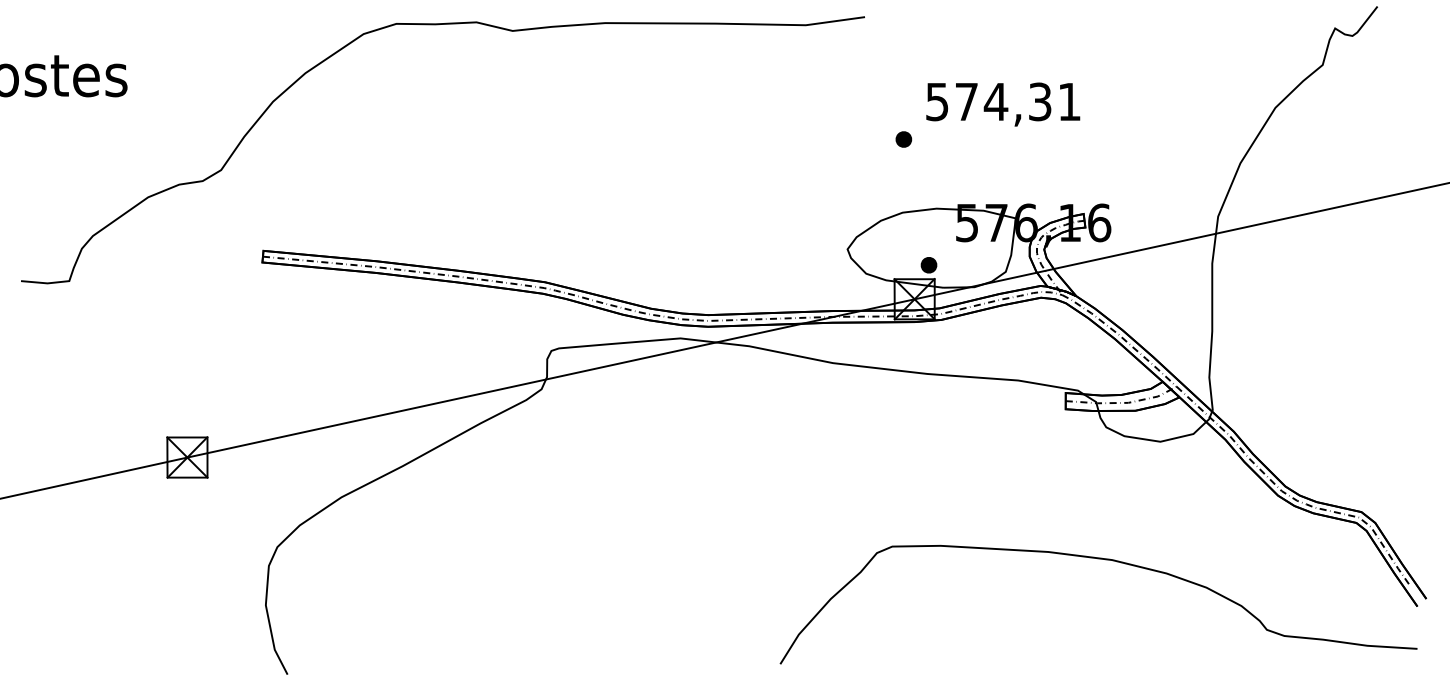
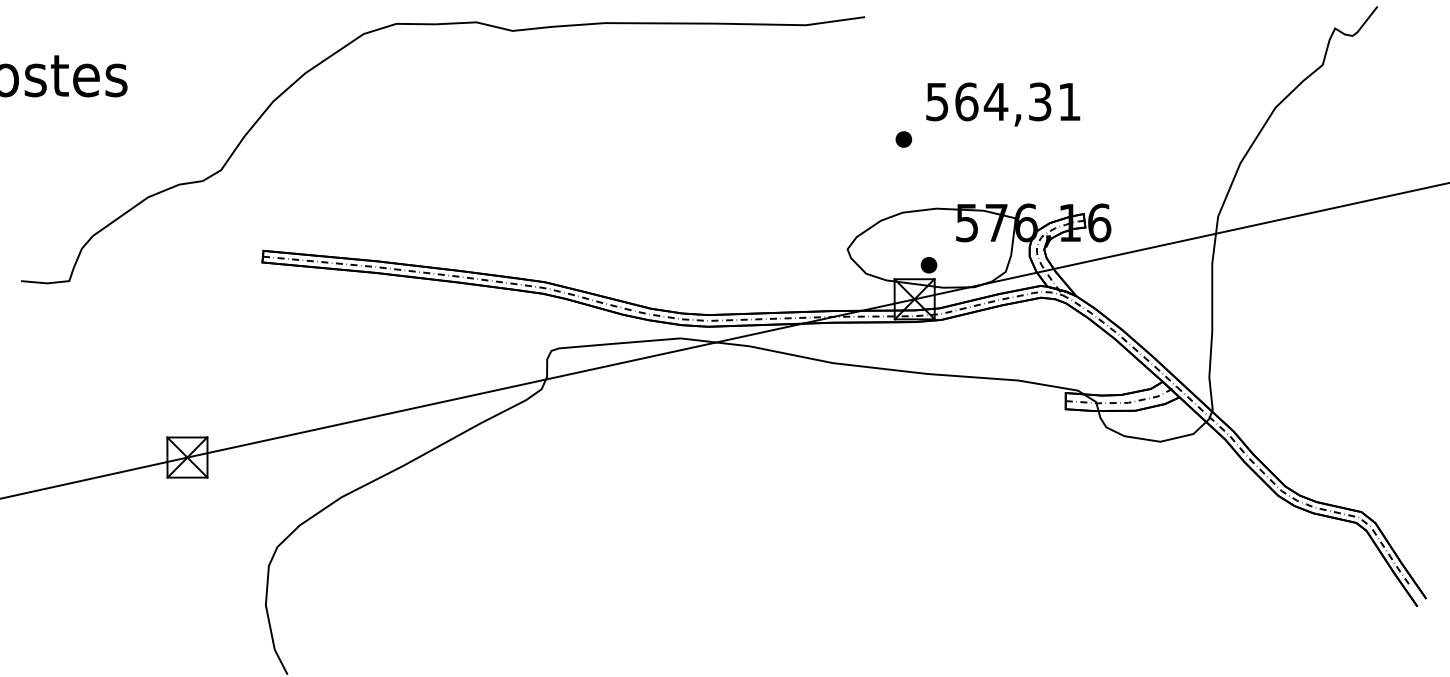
text at (966, 101): 574,31 -> 564,31
curve at (1105, 560): present -> none
